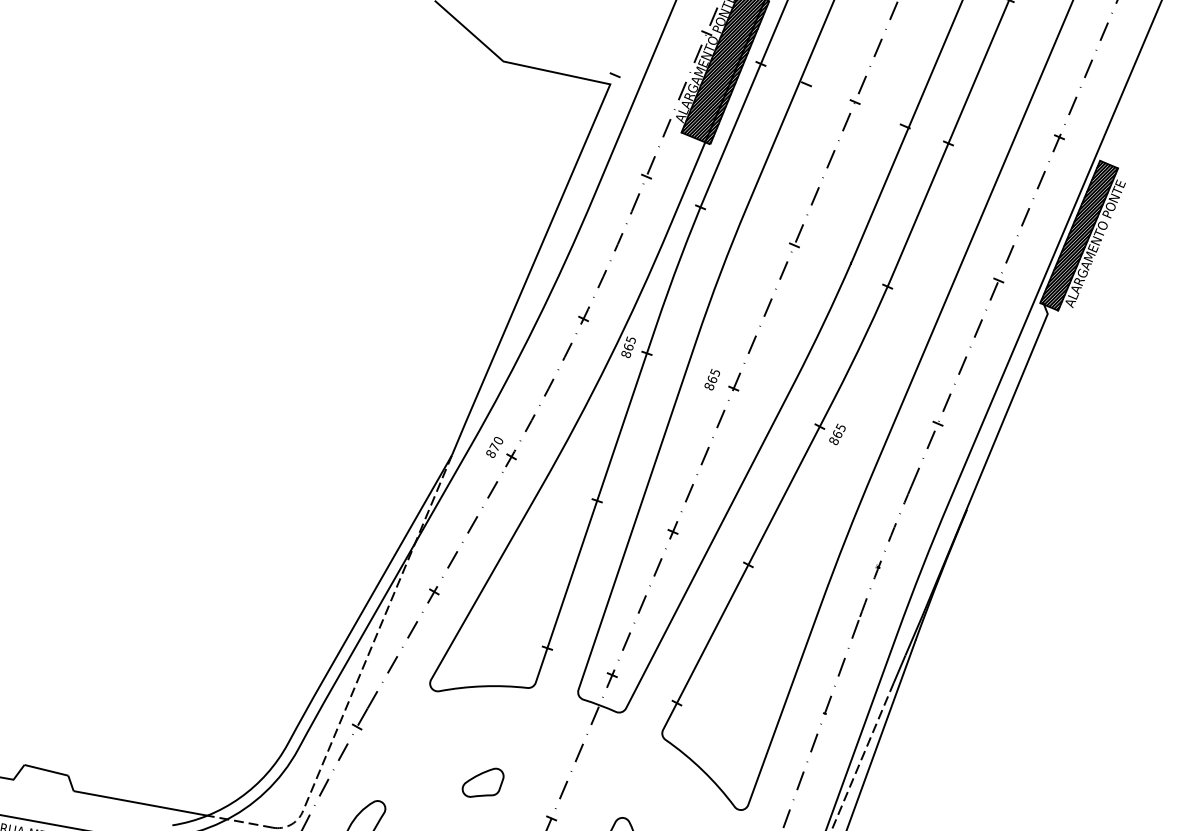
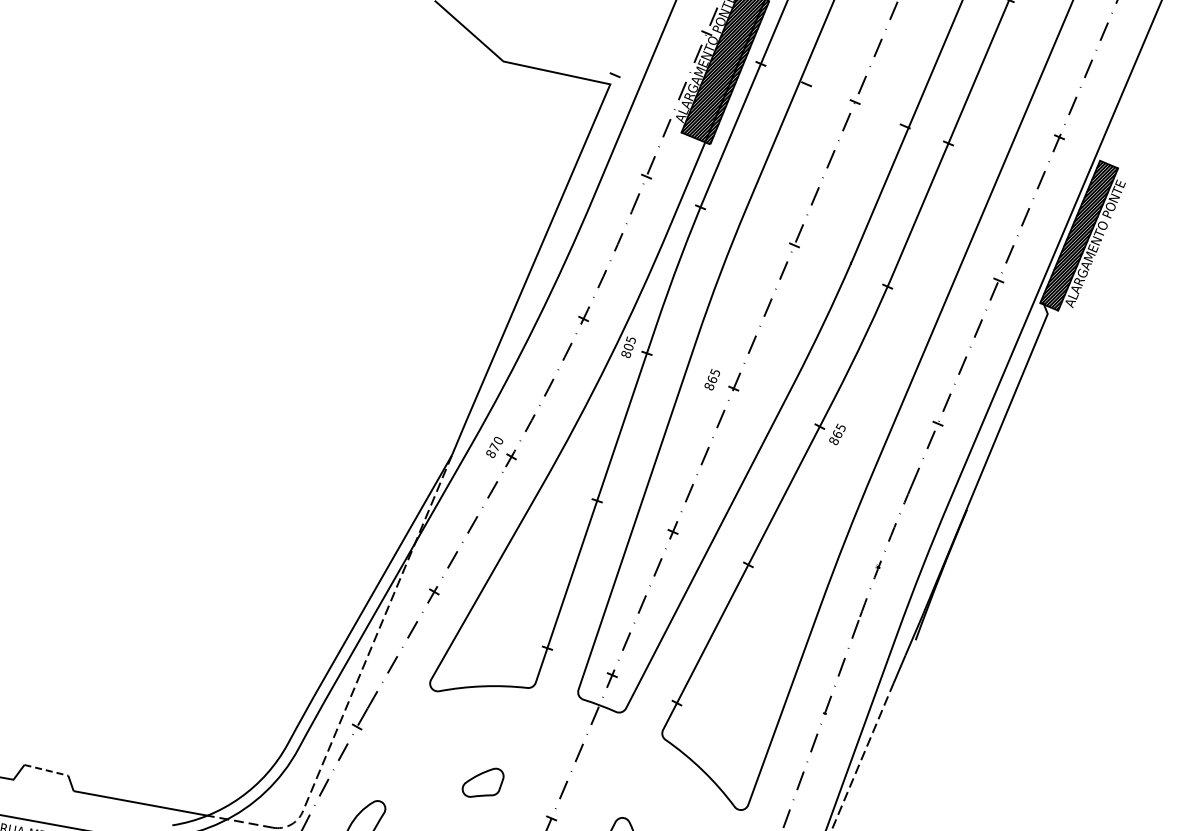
text at (628, 346): 865 -> 805
line at (881, 733): present -> none
line at (46, 770): solid -> dashed
